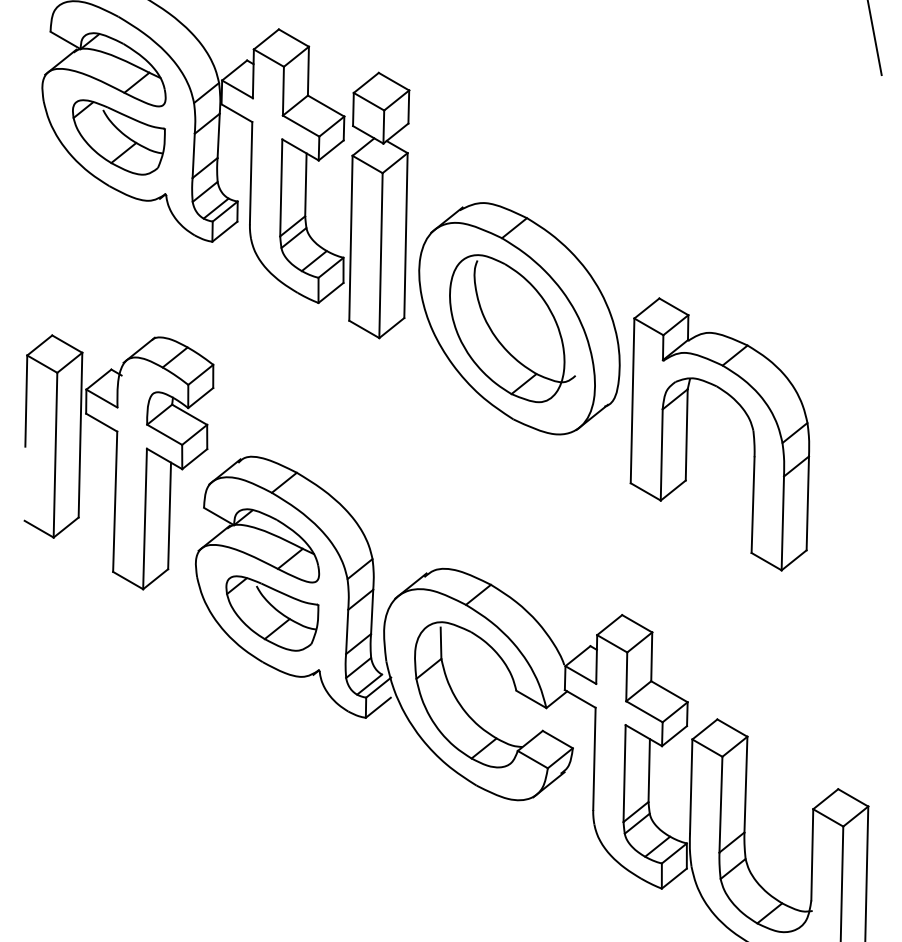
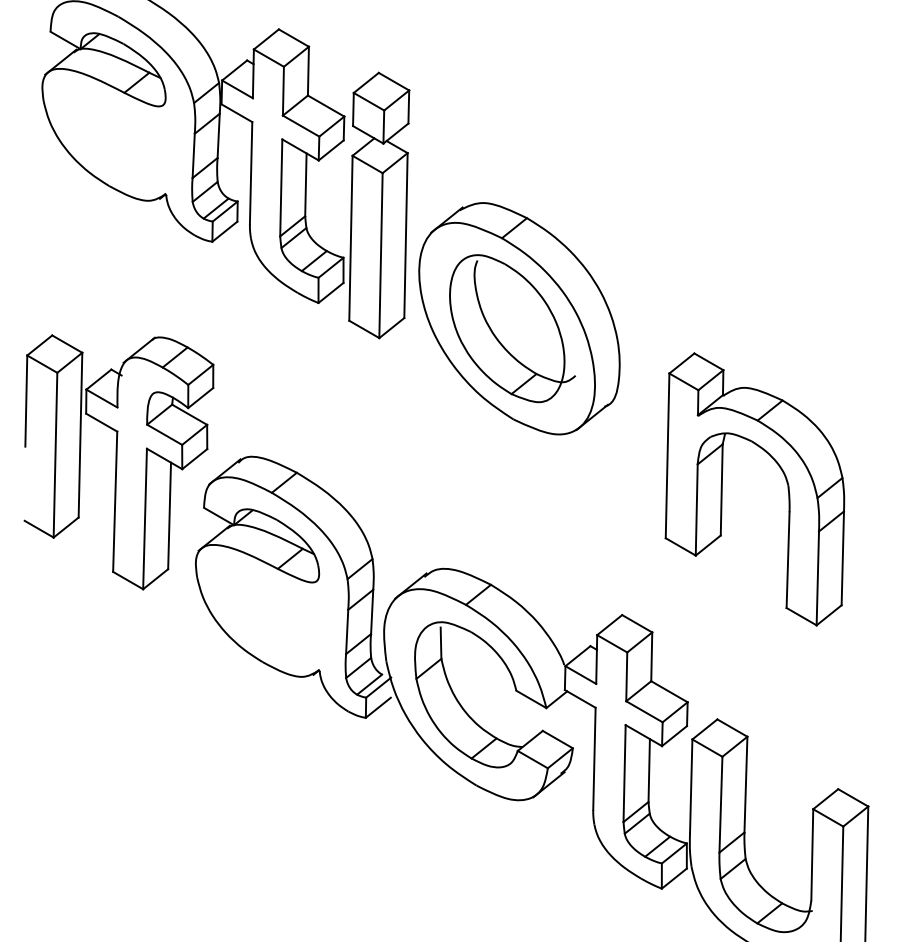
line at (874, 38): present -> none
part at (118, 137): present -> none
part at (687, 434) position: (687, 434) -> (722, 489)
part at (272, 613): present -> none
